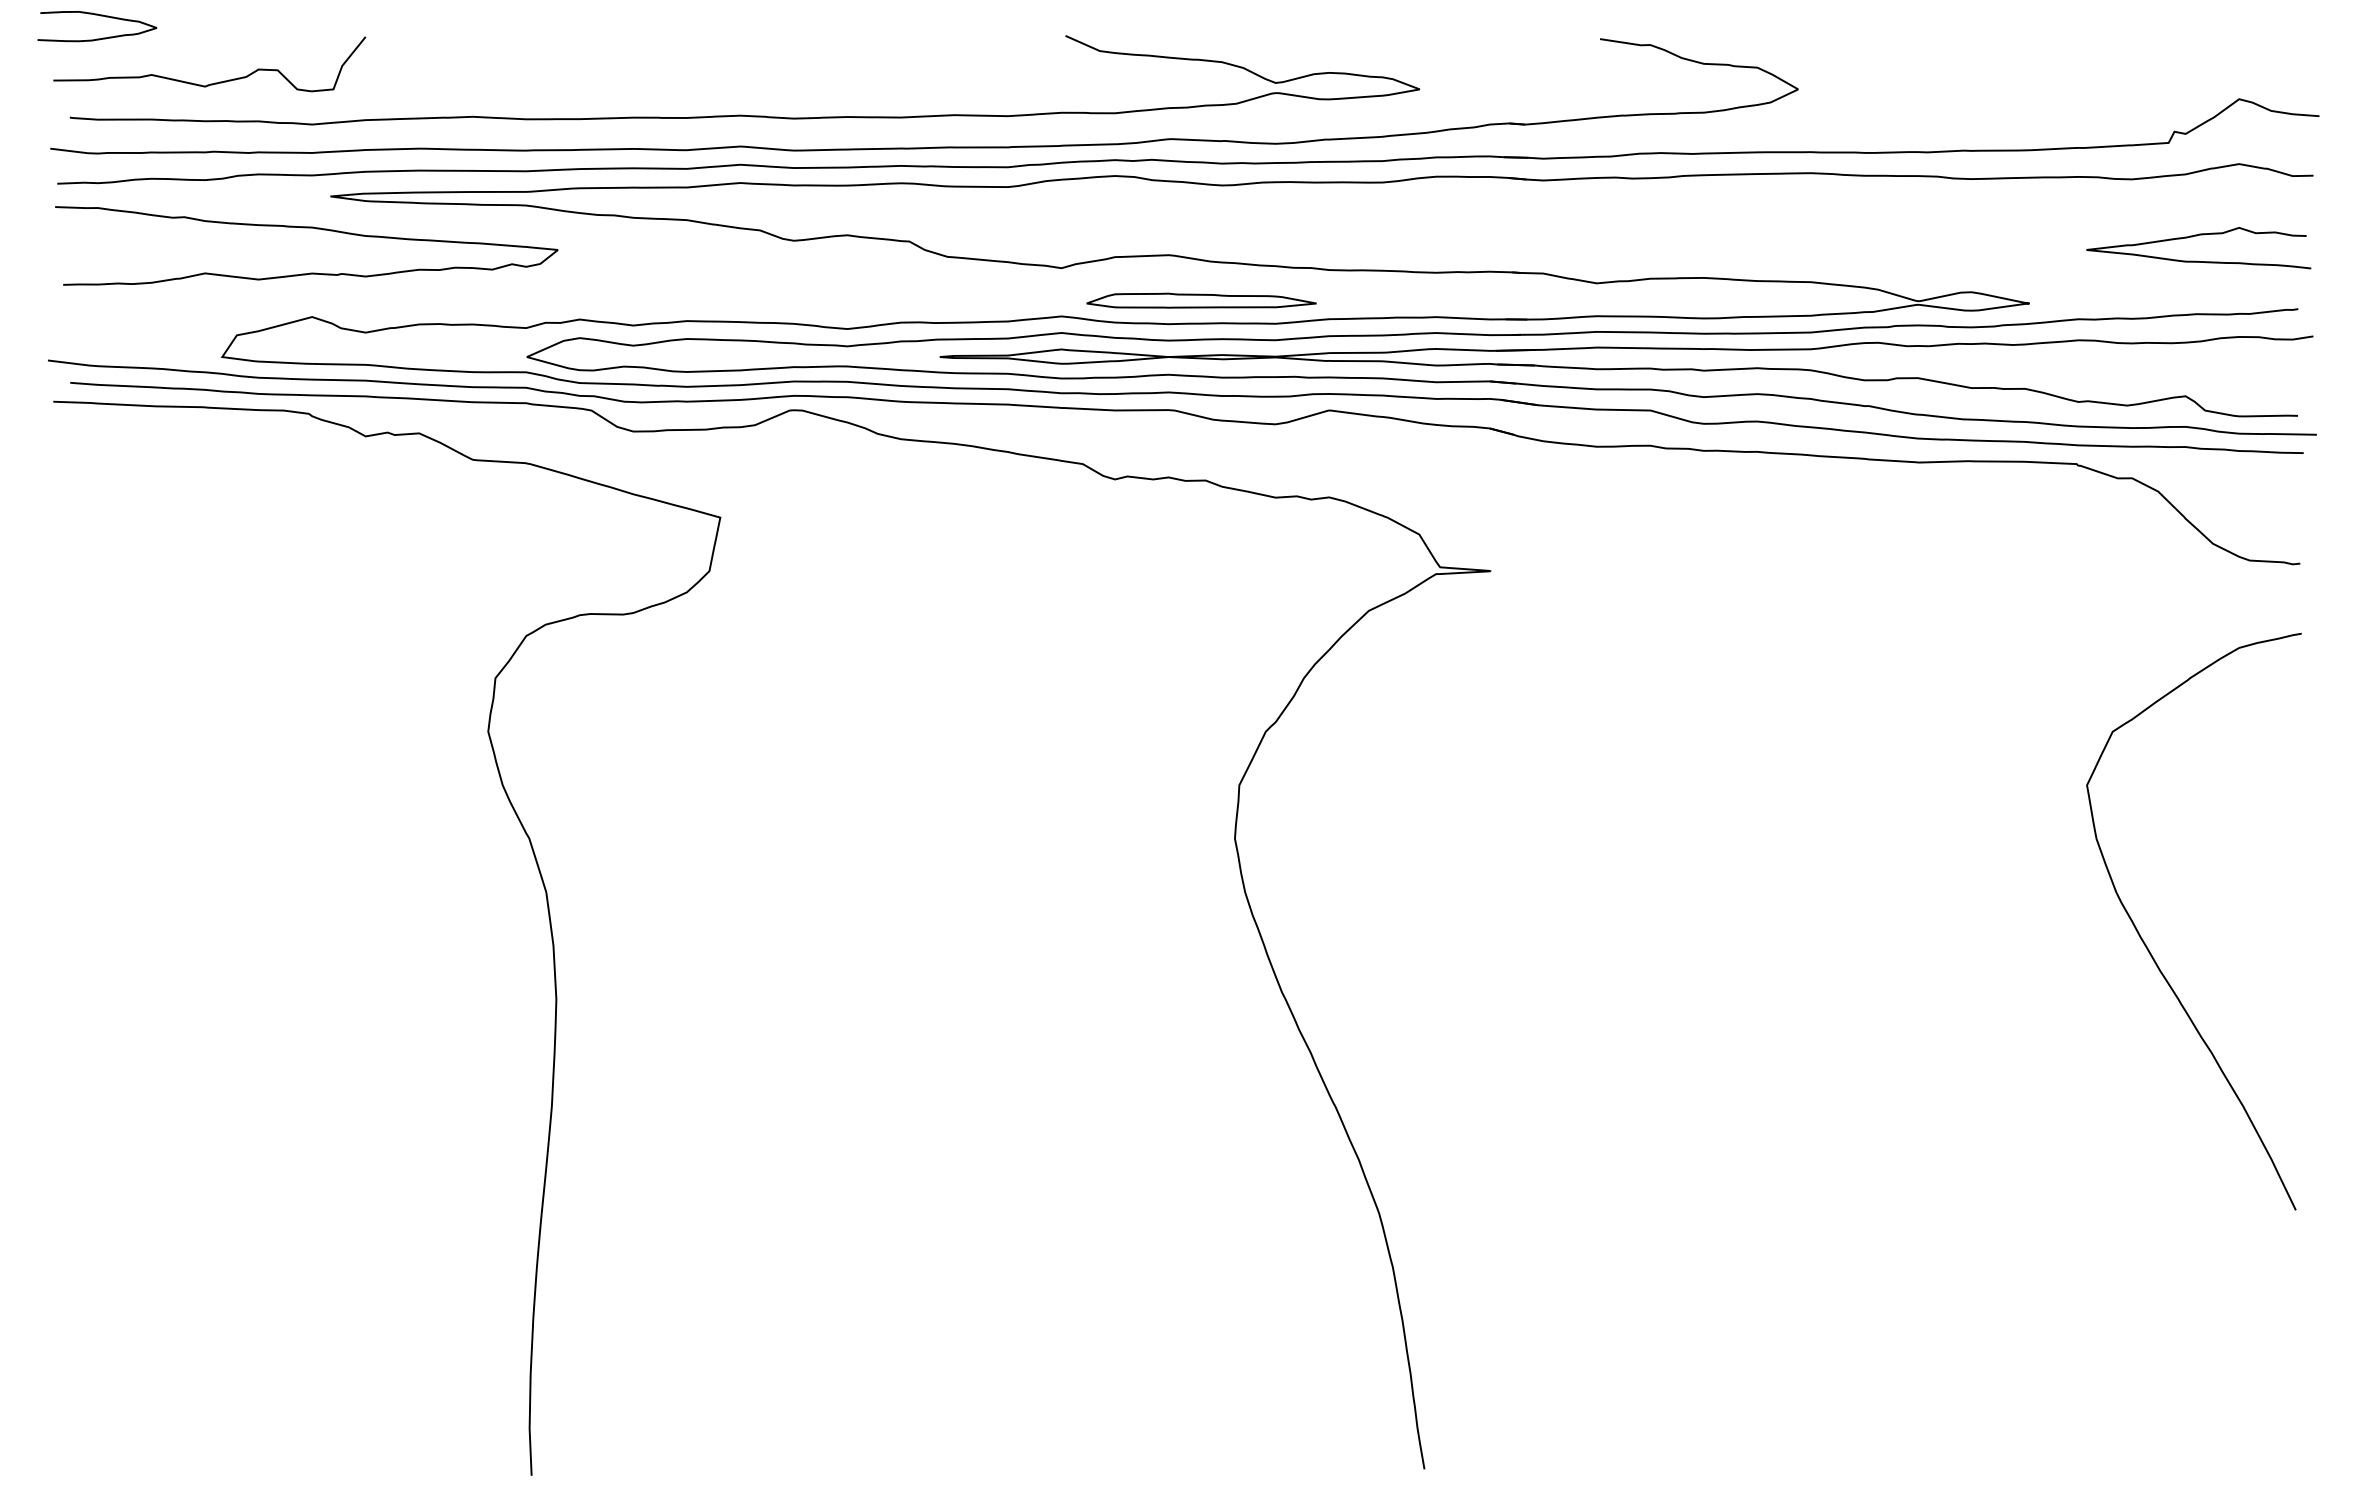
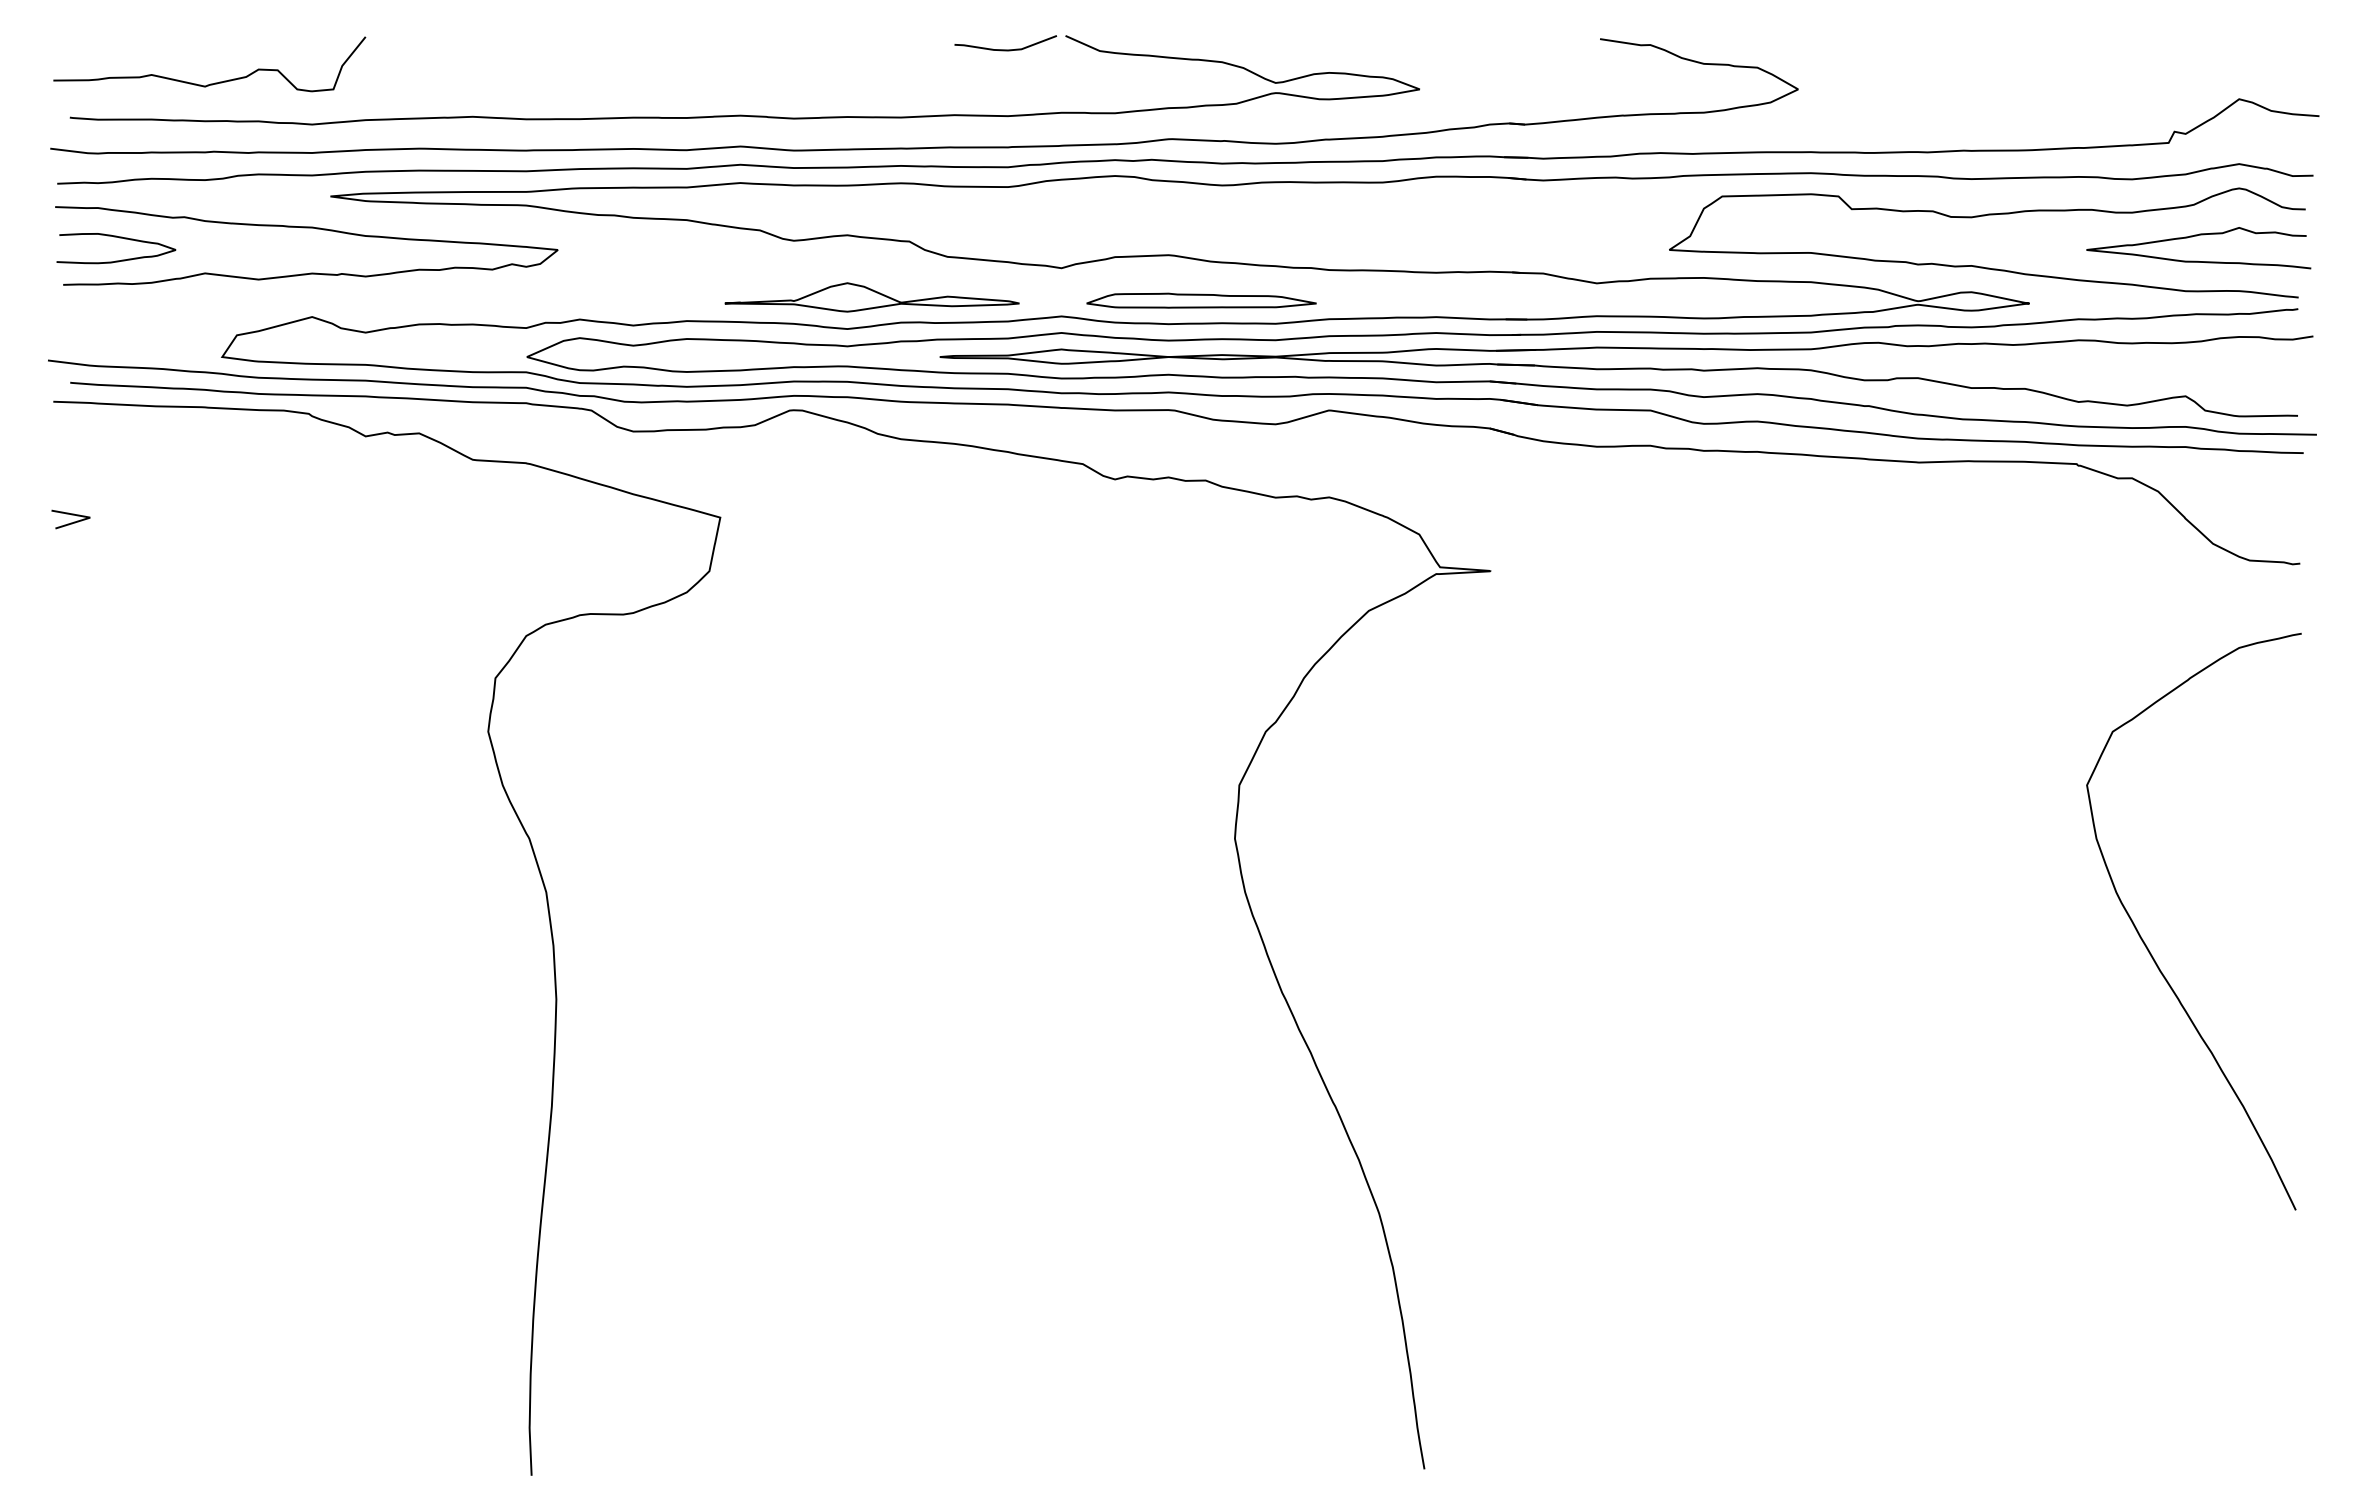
curve at (100, 16) position: (100, 16) -> (119, 238)
curve at (1005, 49): none -> present
curve at (1983, 266): none -> present
part at (871, 297): none -> present
line at (70, 522): none -> present
